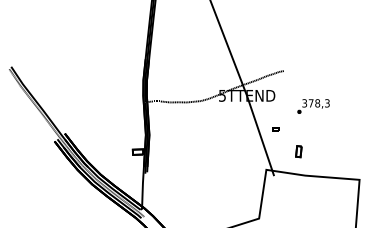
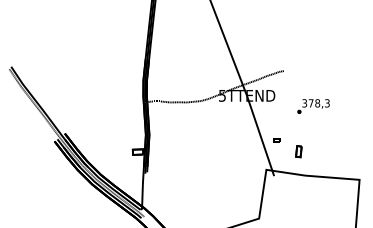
part at (275, 129) position: (275, 129) -> (276, 140)
